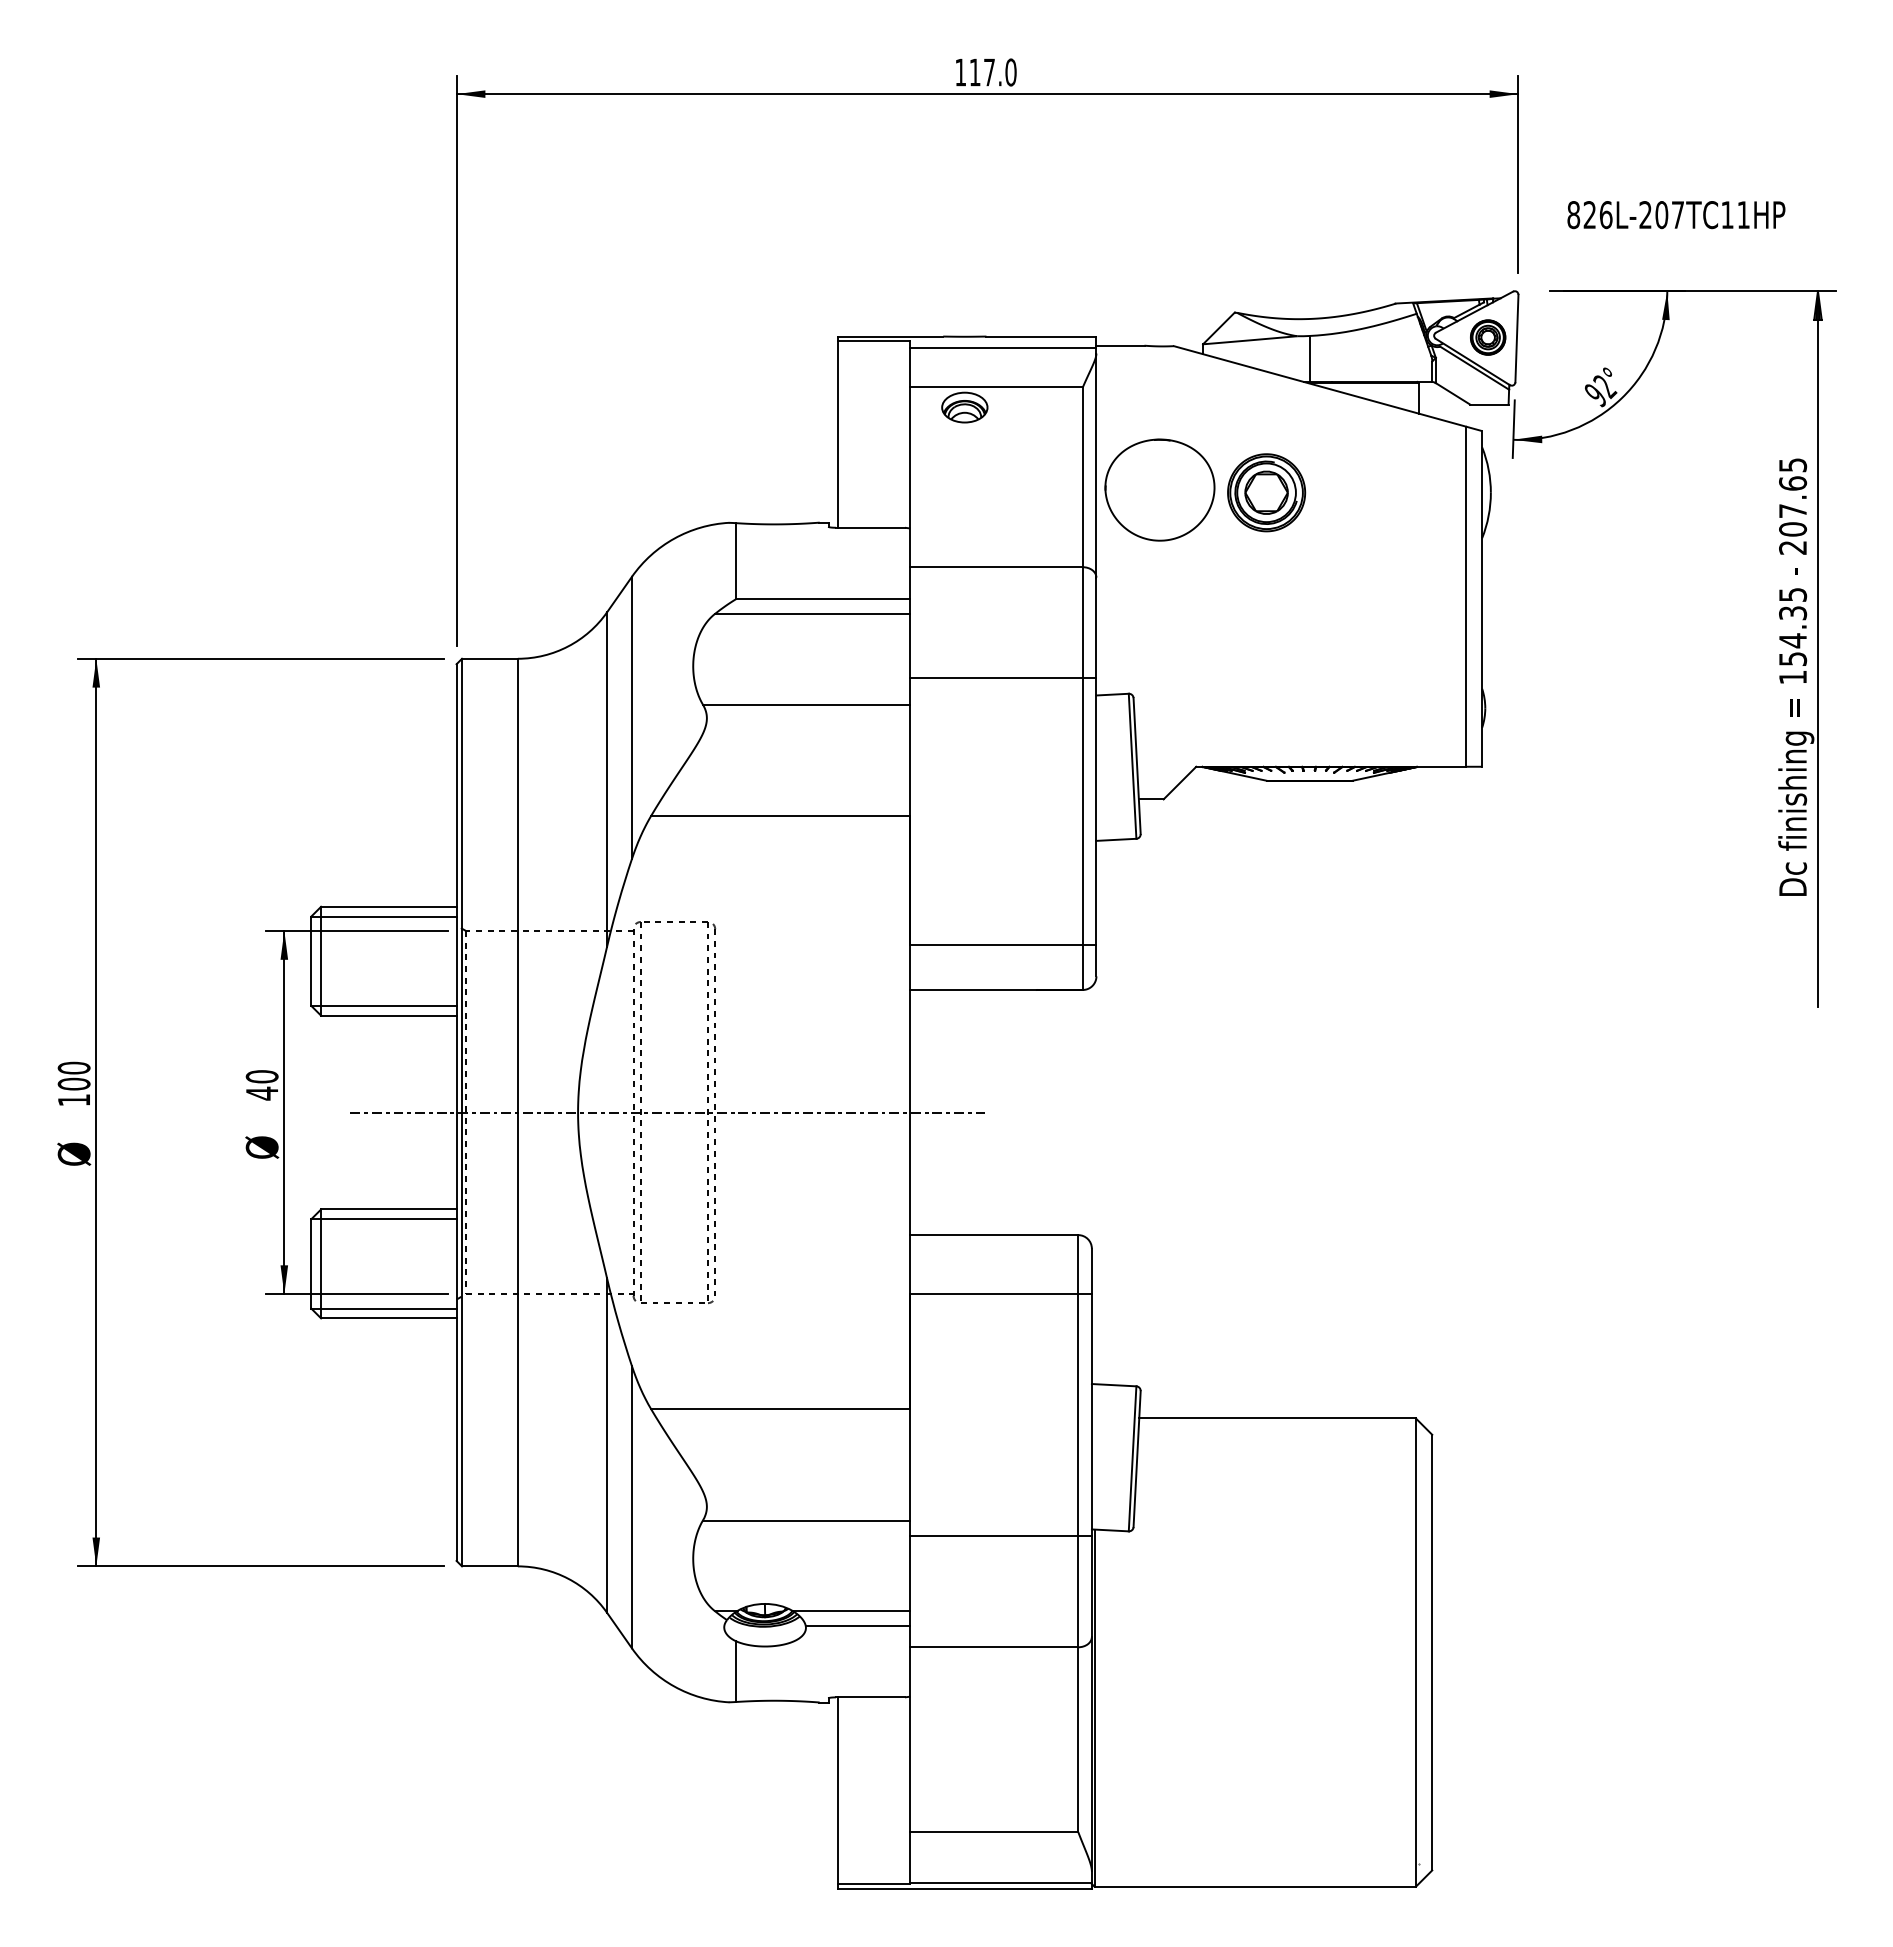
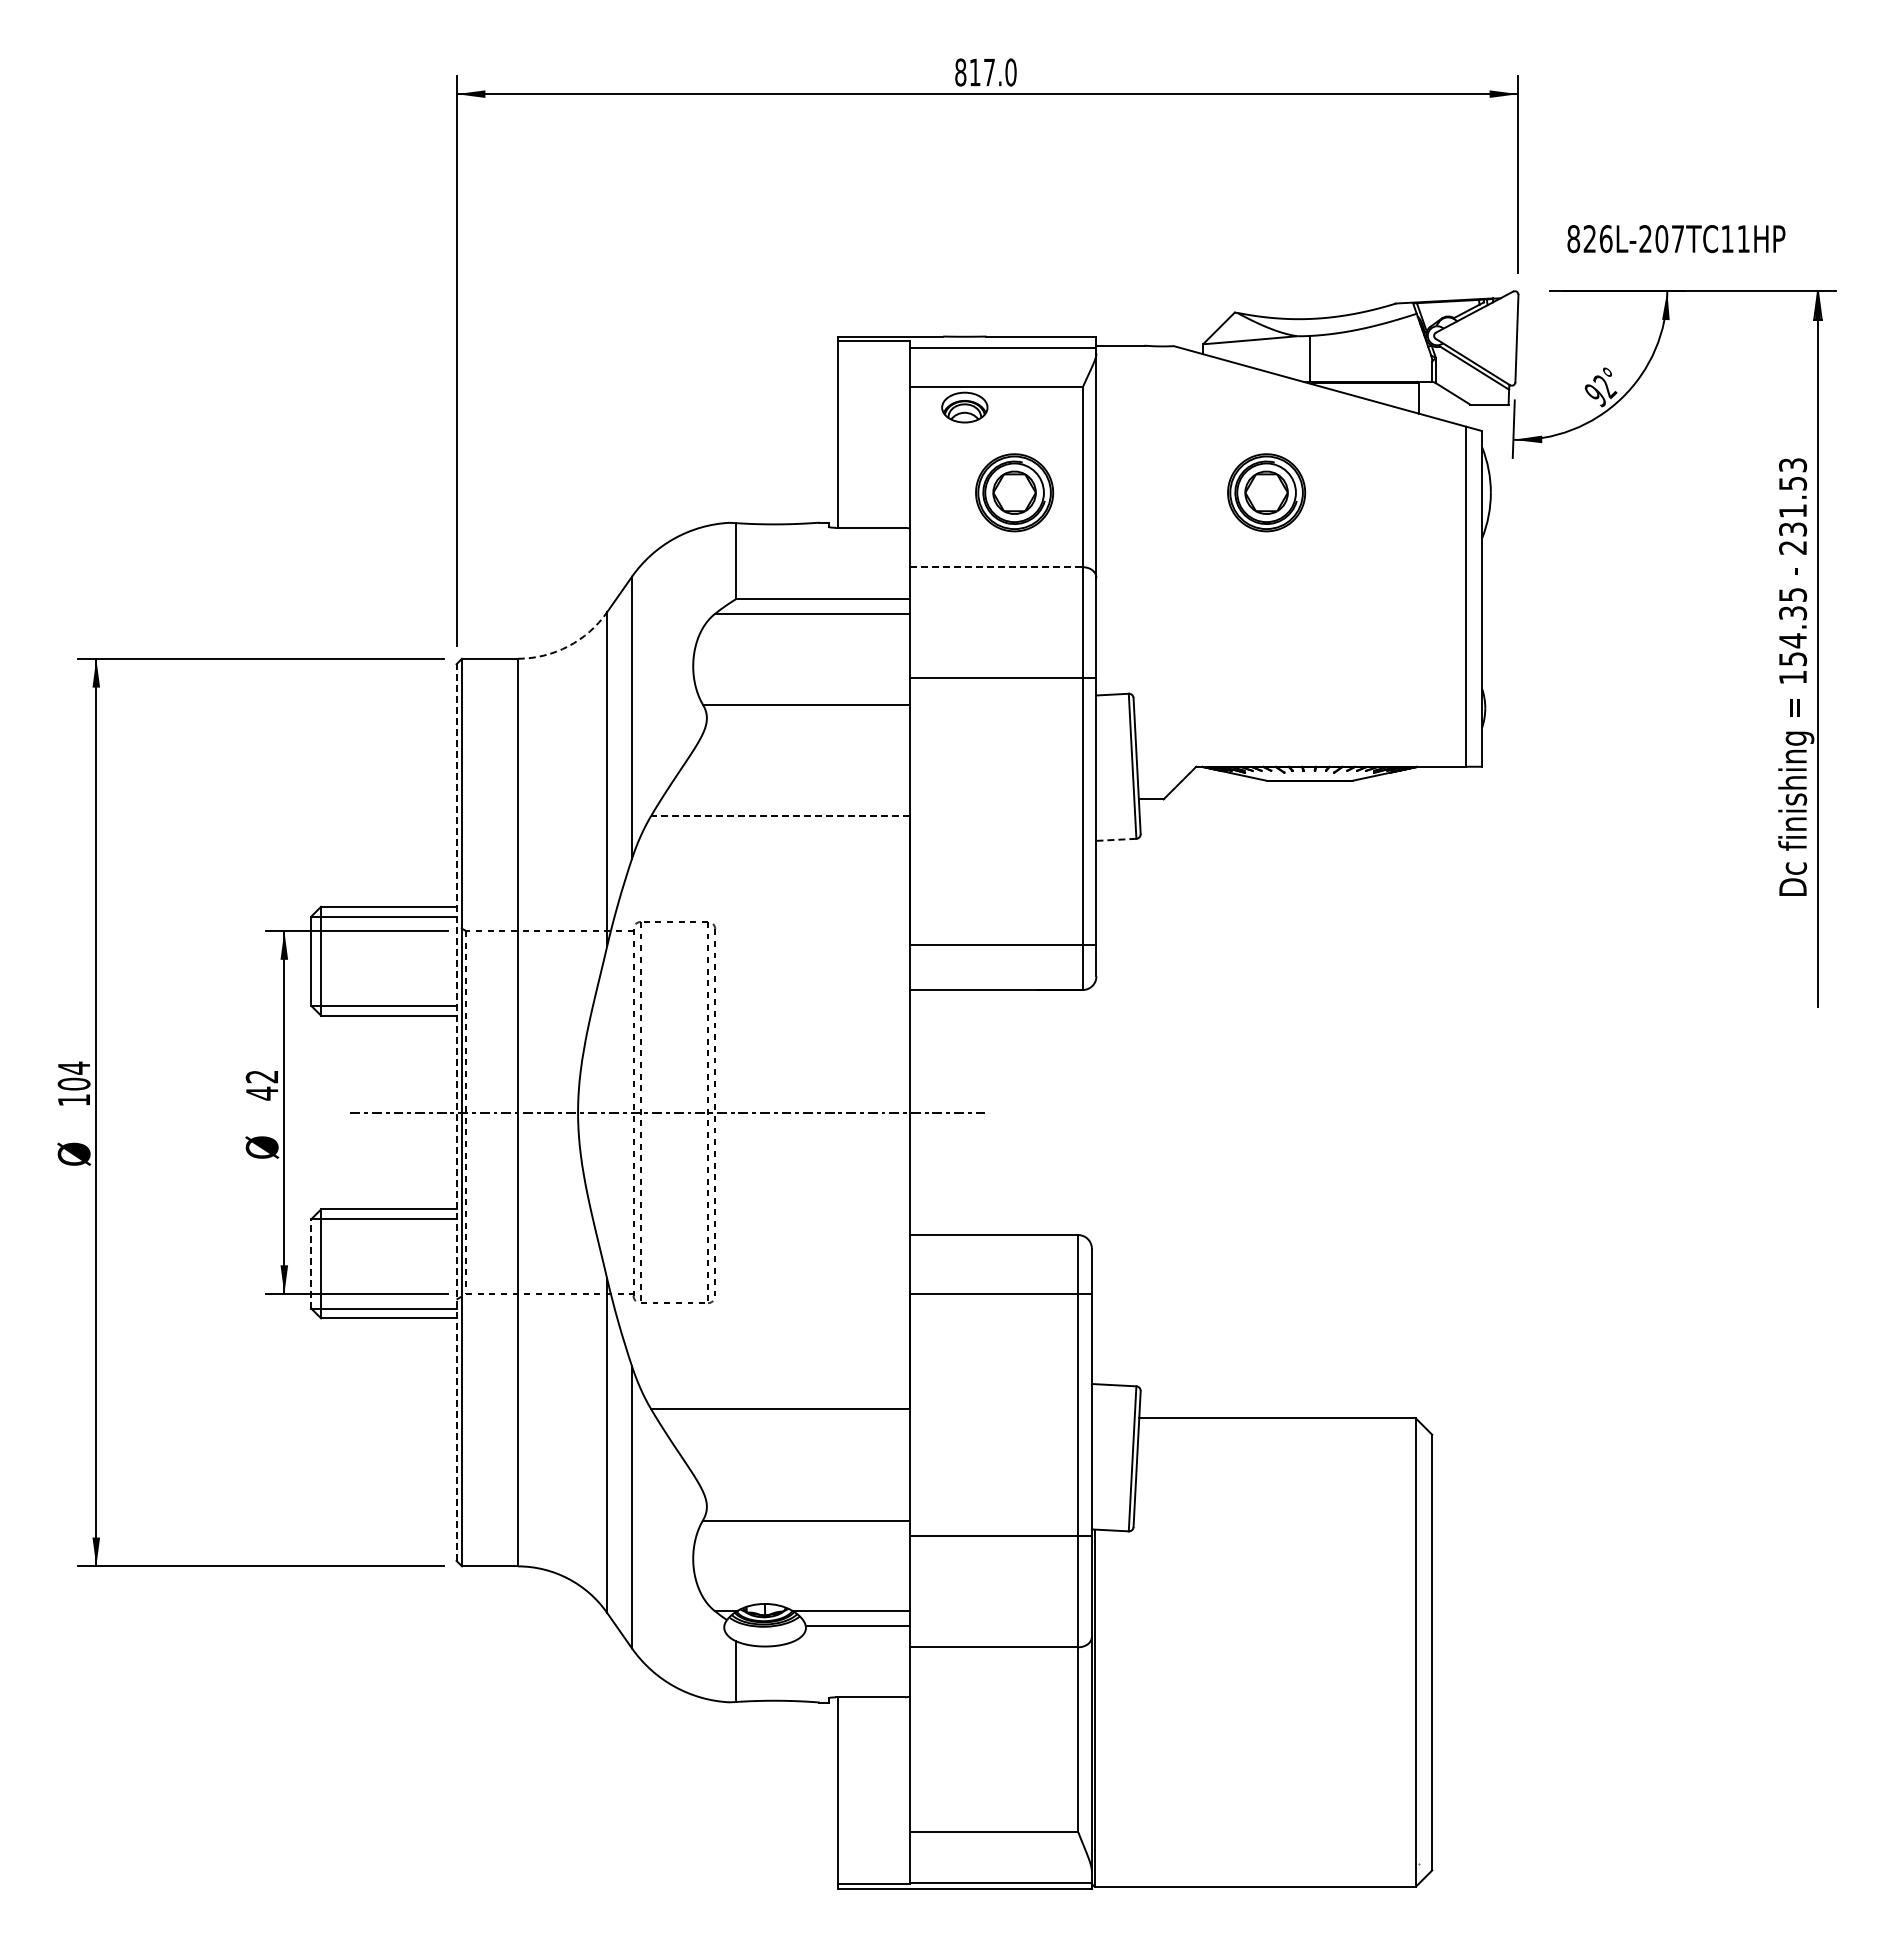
text at (960, 72): 117.0 -> 817.0
text at (1676, 215) position: (1676, 215) -> (1676, 239)
part at (1488, 337): present -> none
part at (1159, 489): present -> none
part at (1014, 492): none -> present
text at (1793, 497): 207.65 -> 231.53
line at (997, 567): solid -> dashed
arc at (568, 646): solid -> dashed
line at (780, 815): solid -> dashed
line at (1116, 839): solid -> dashed
text at (73, 1067): 100 -> 104
text at (261, 1076): 40 -> 42
line at (456, 1112): solid -> dashed
line at (311, 1263): solid -> dashed
